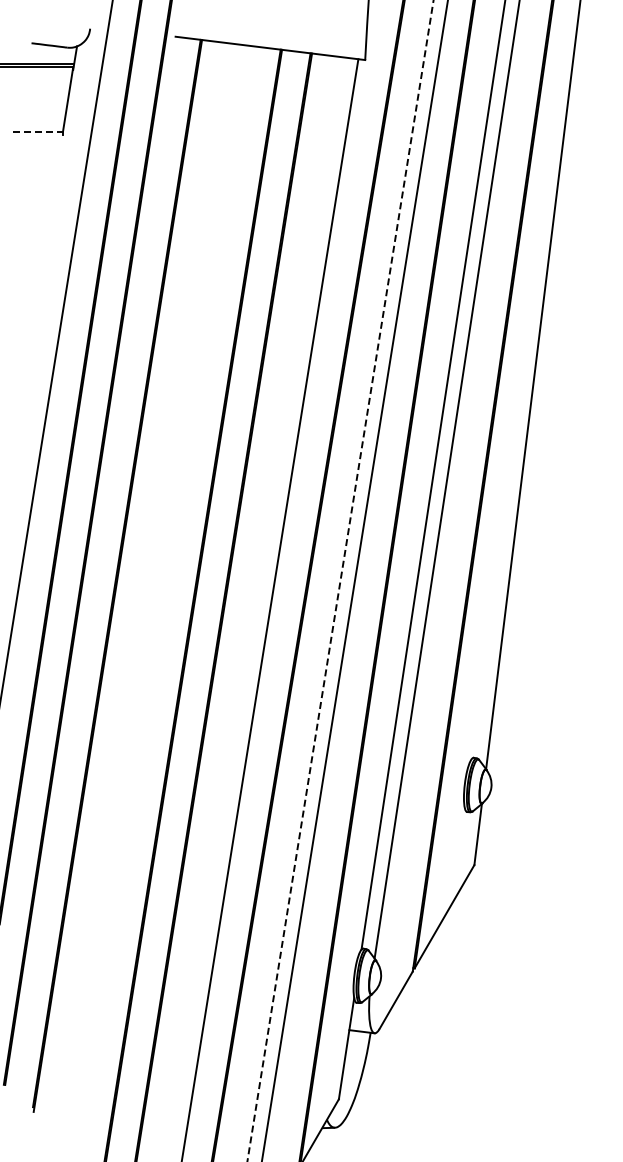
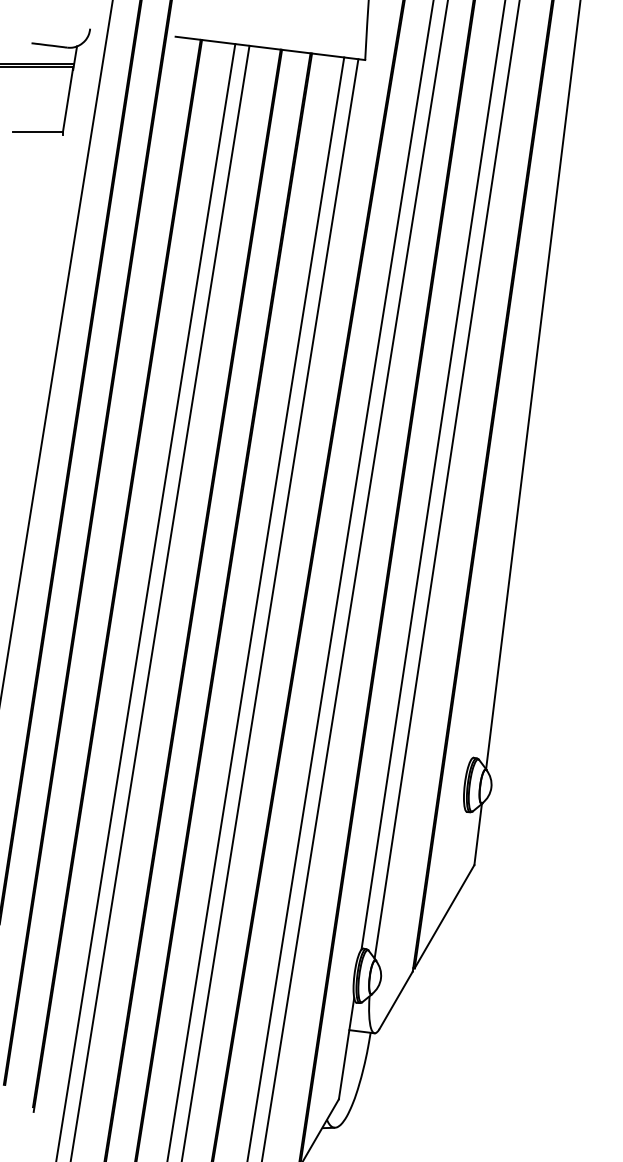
line at (38, 131): dashed -> solid
line at (340, 581): dashed -> solid
line at (145, 601): none -> present
line at (160, 601): none -> present
line at (255, 607): none -> present
